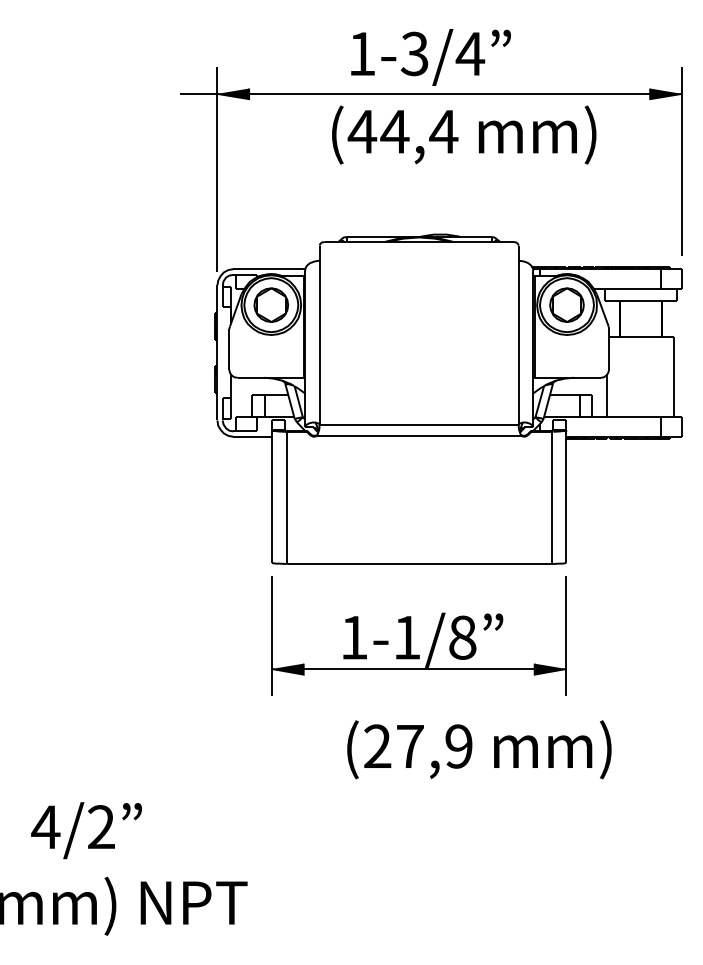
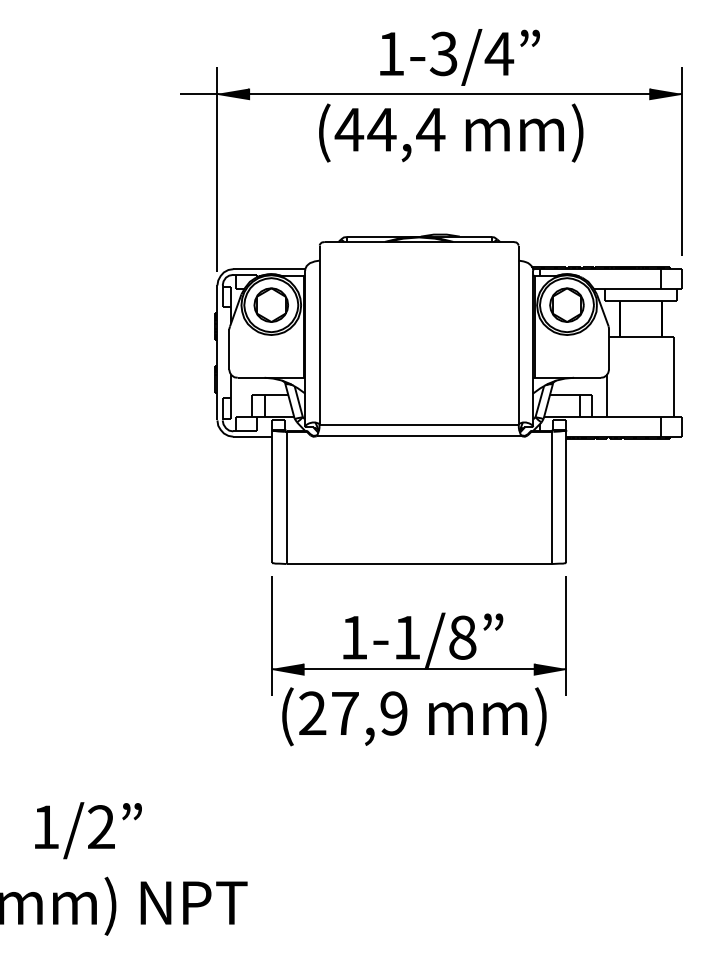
text at (430, 57) position: (430, 57) -> (459, 57)
text at (464, 134) position: (464, 134) -> (451, 132)
text at (479, 749) position: (479, 749) -> (414, 716)
text at (45, 826): 4/2 -> 1/2
